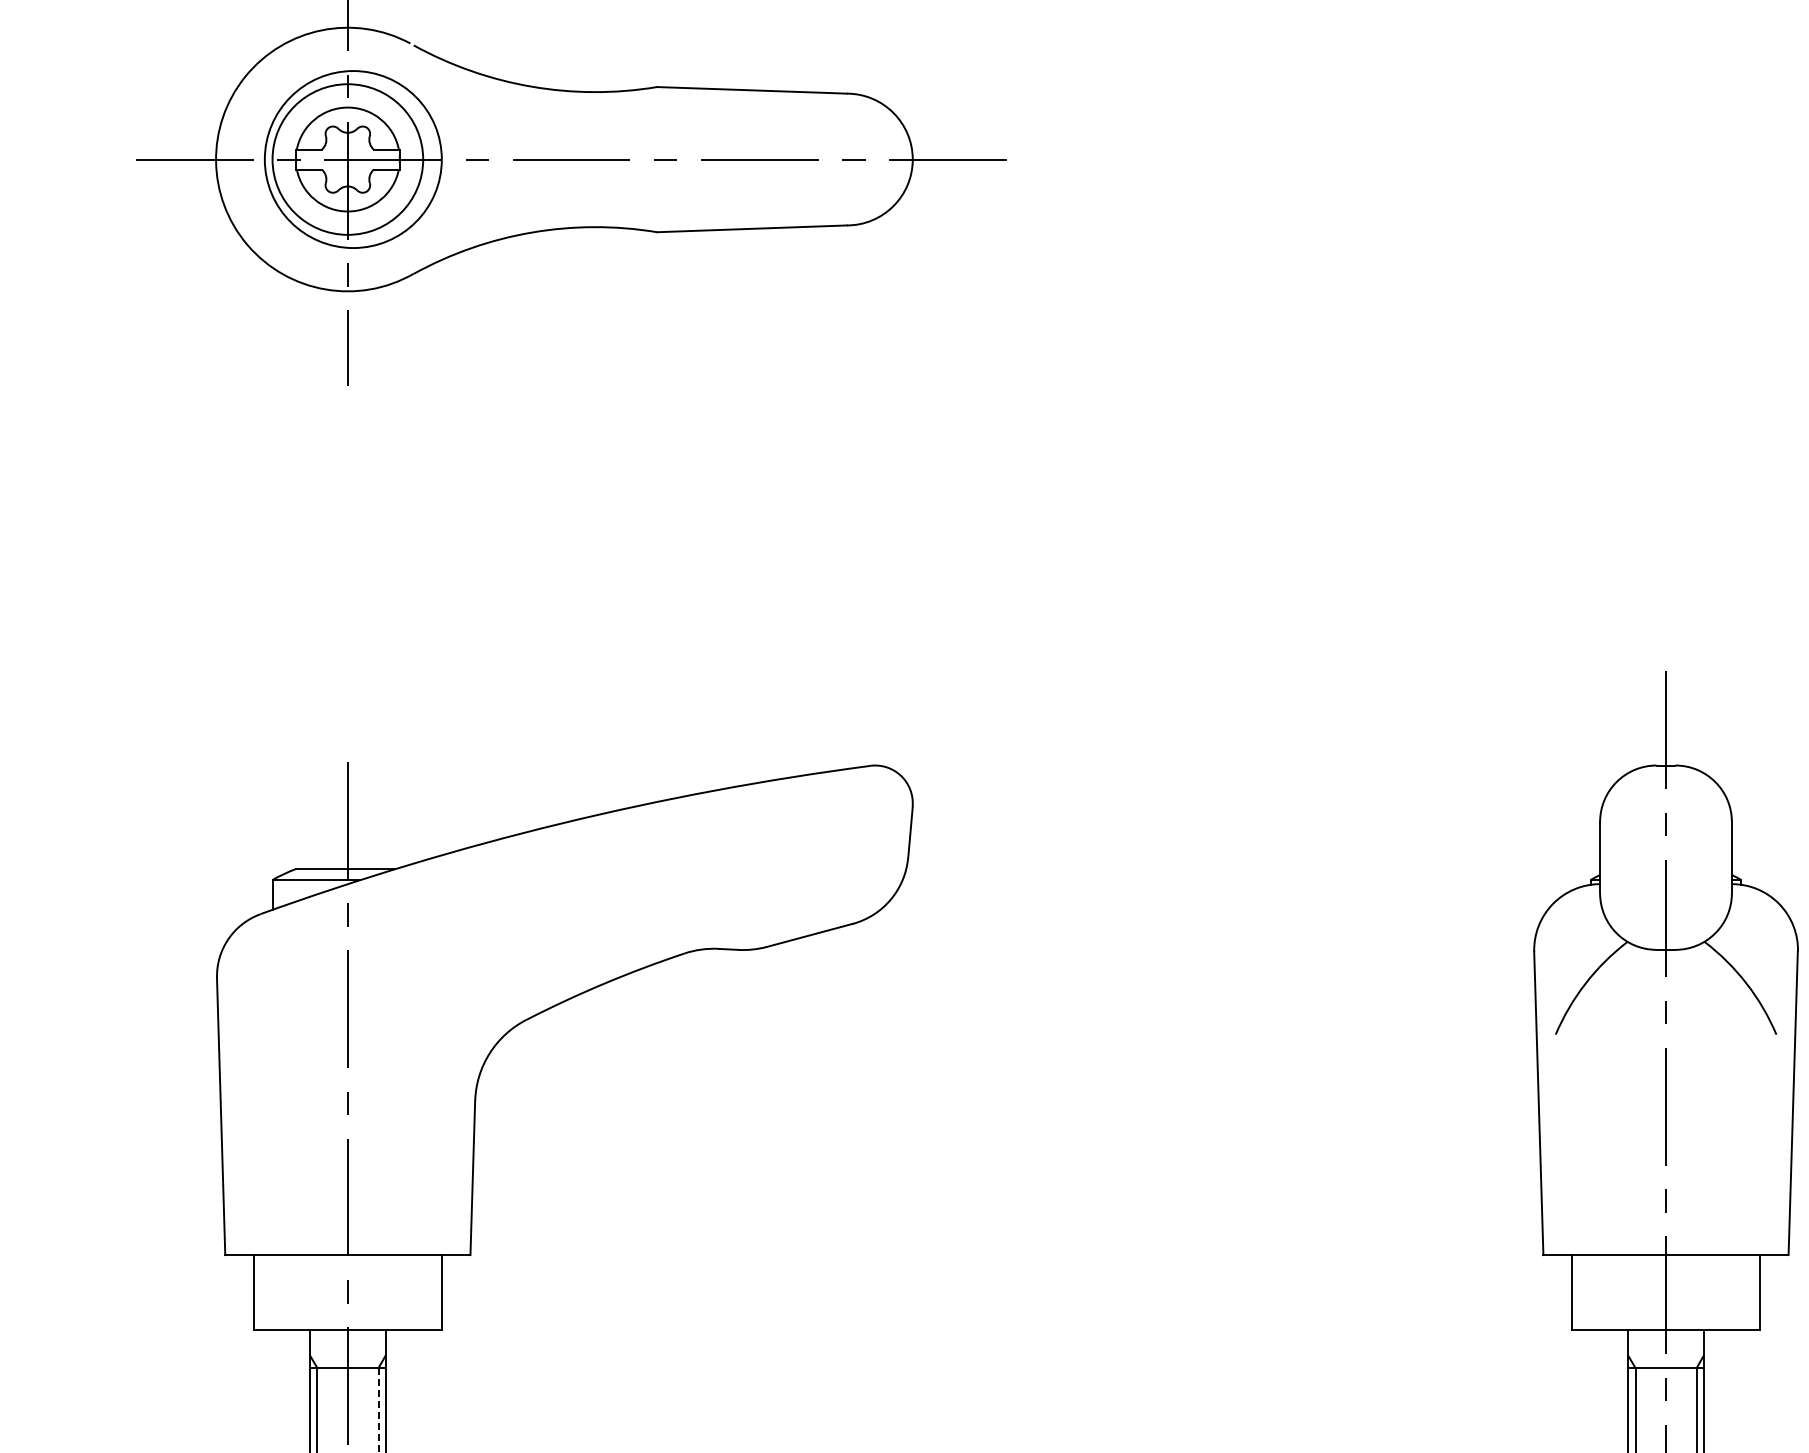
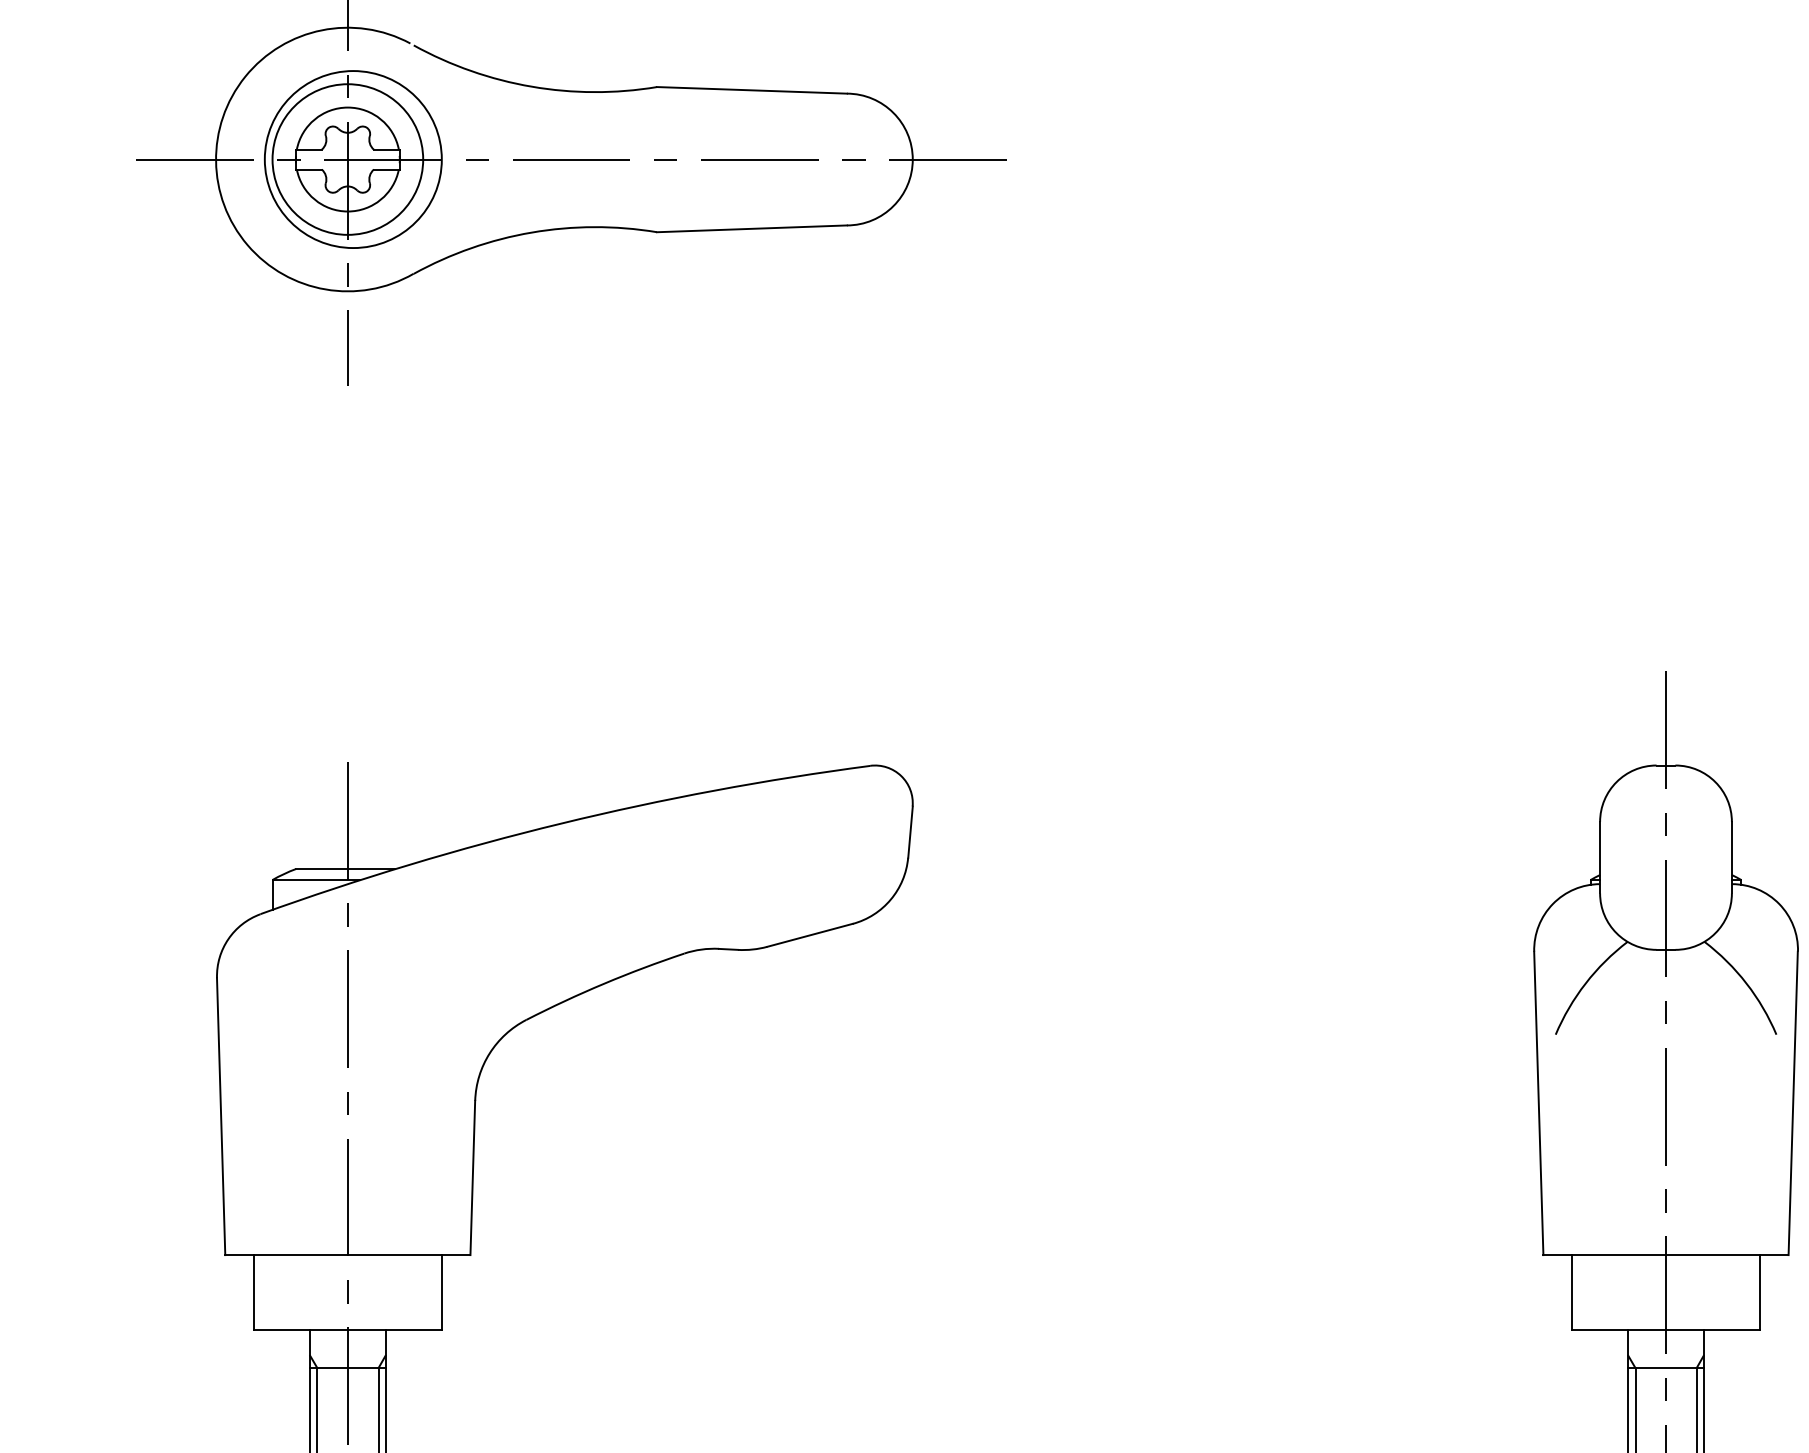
line at (378, 1410): dashed -> solid
